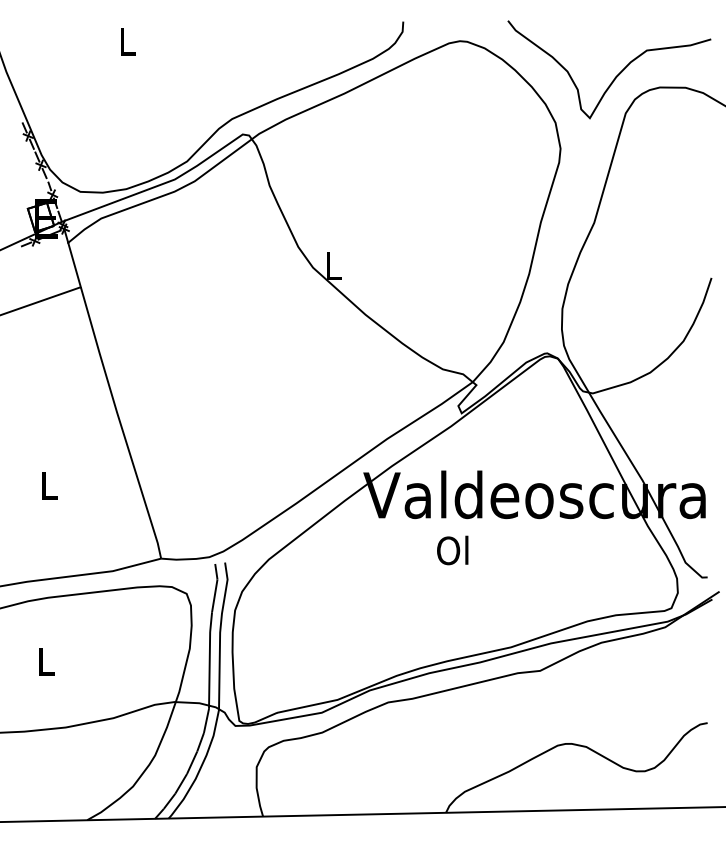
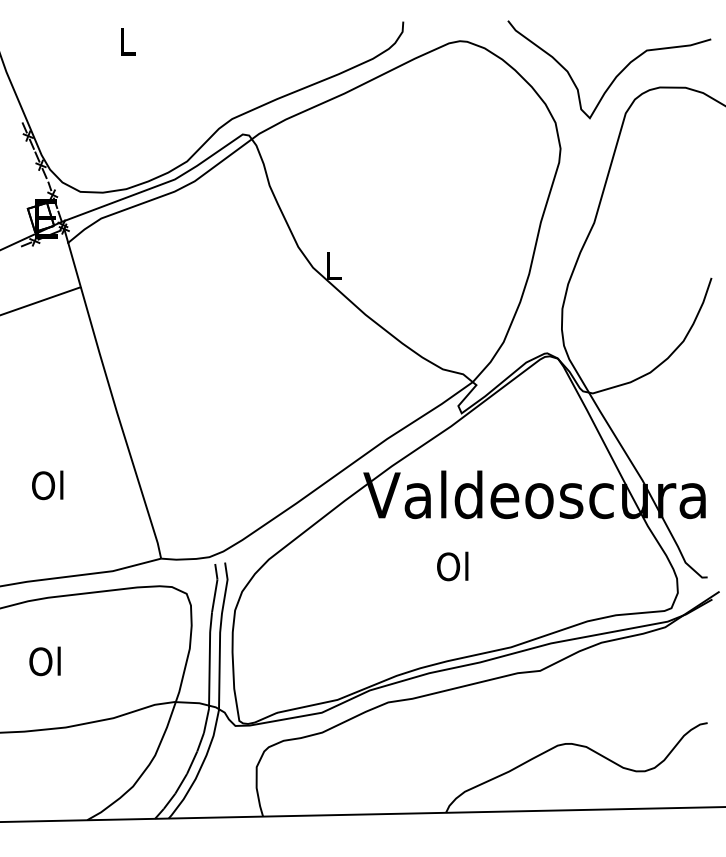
text at (47, 485): L -> Ol
text at (452, 550) position: (452, 550) -> (452, 566)
text at (44, 661): L -> Ol
